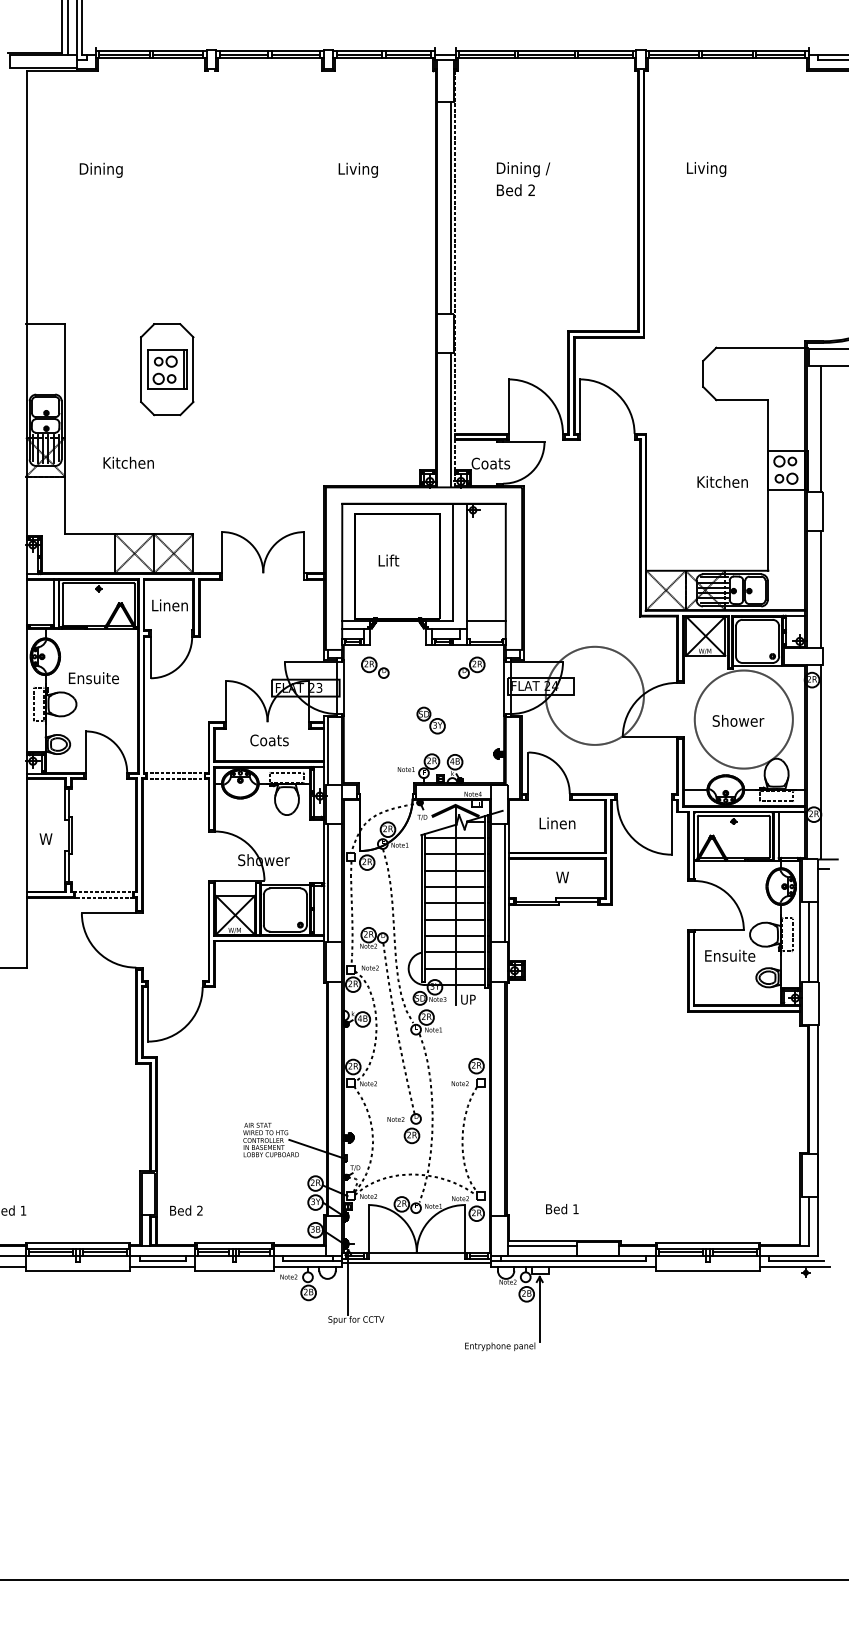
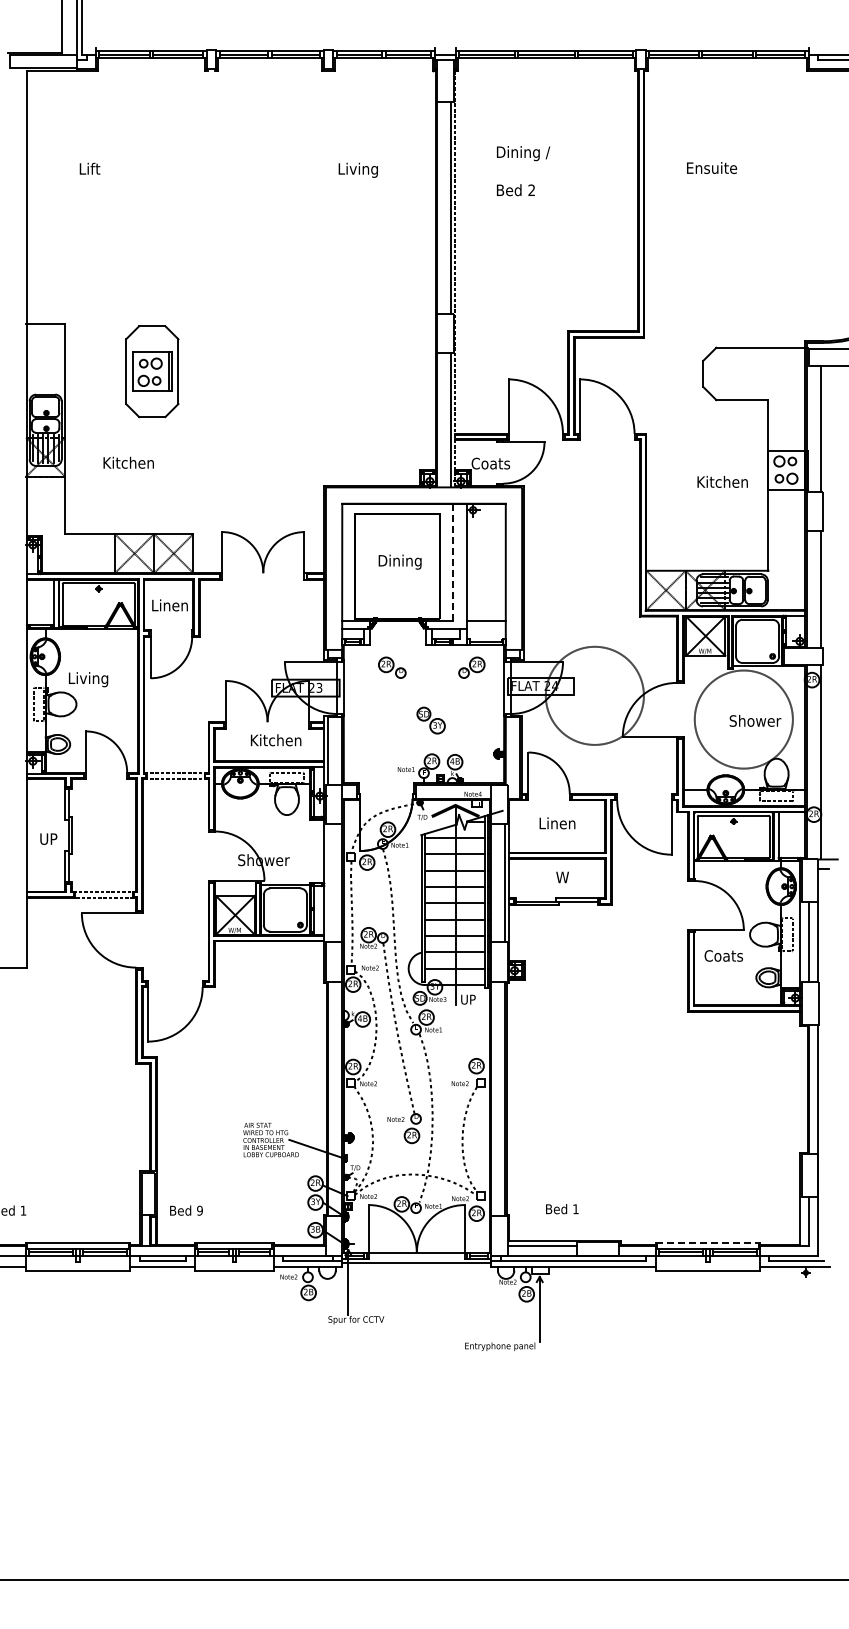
line at (67, 28): present -> none
text at (101, 169): Dining -> Lift
text at (523, 169) position: (523, 169) -> (523, 153)
text at (712, 169): Living -> Ensuite
part at (167, 369) position: (167, 369) -> (152, 371)
text at (400, 561): Lift -> Dining
line at (453, 562): solid -> dashed
part at (375, 667) position: (375, 667) -> (392, 667)
text at (94, 679): Ensuite -> Living
text at (738, 720) position: (738, 720) -> (755, 720)
text at (275, 740): Coats -> Kitchen
text at (48, 838): W -> UP
line at (328, 882): present -> none
text at (729, 955): Ensuite -> Coats
text at (199, 1210): 2 -> 9
line at (708, 1243): solid -> dashed
